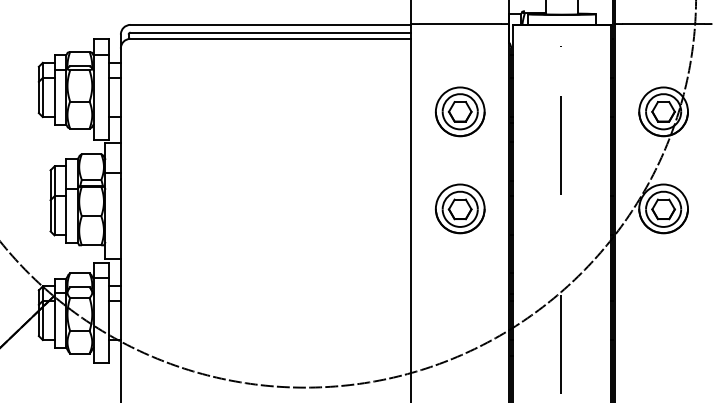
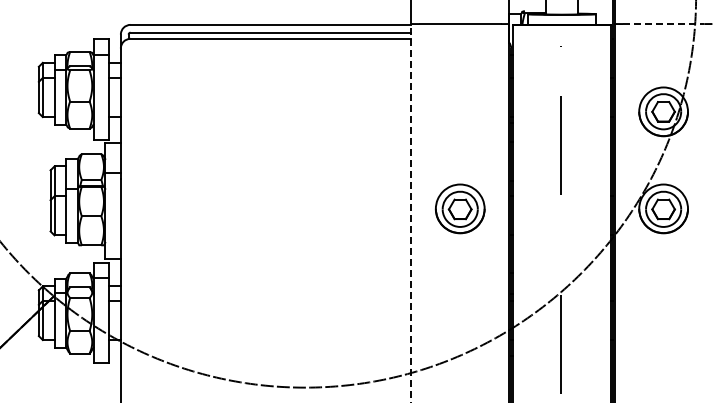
line at (663, 24): solid -> dashed
part at (459, 111): present -> none
line at (411, 212): solid -> dashed
